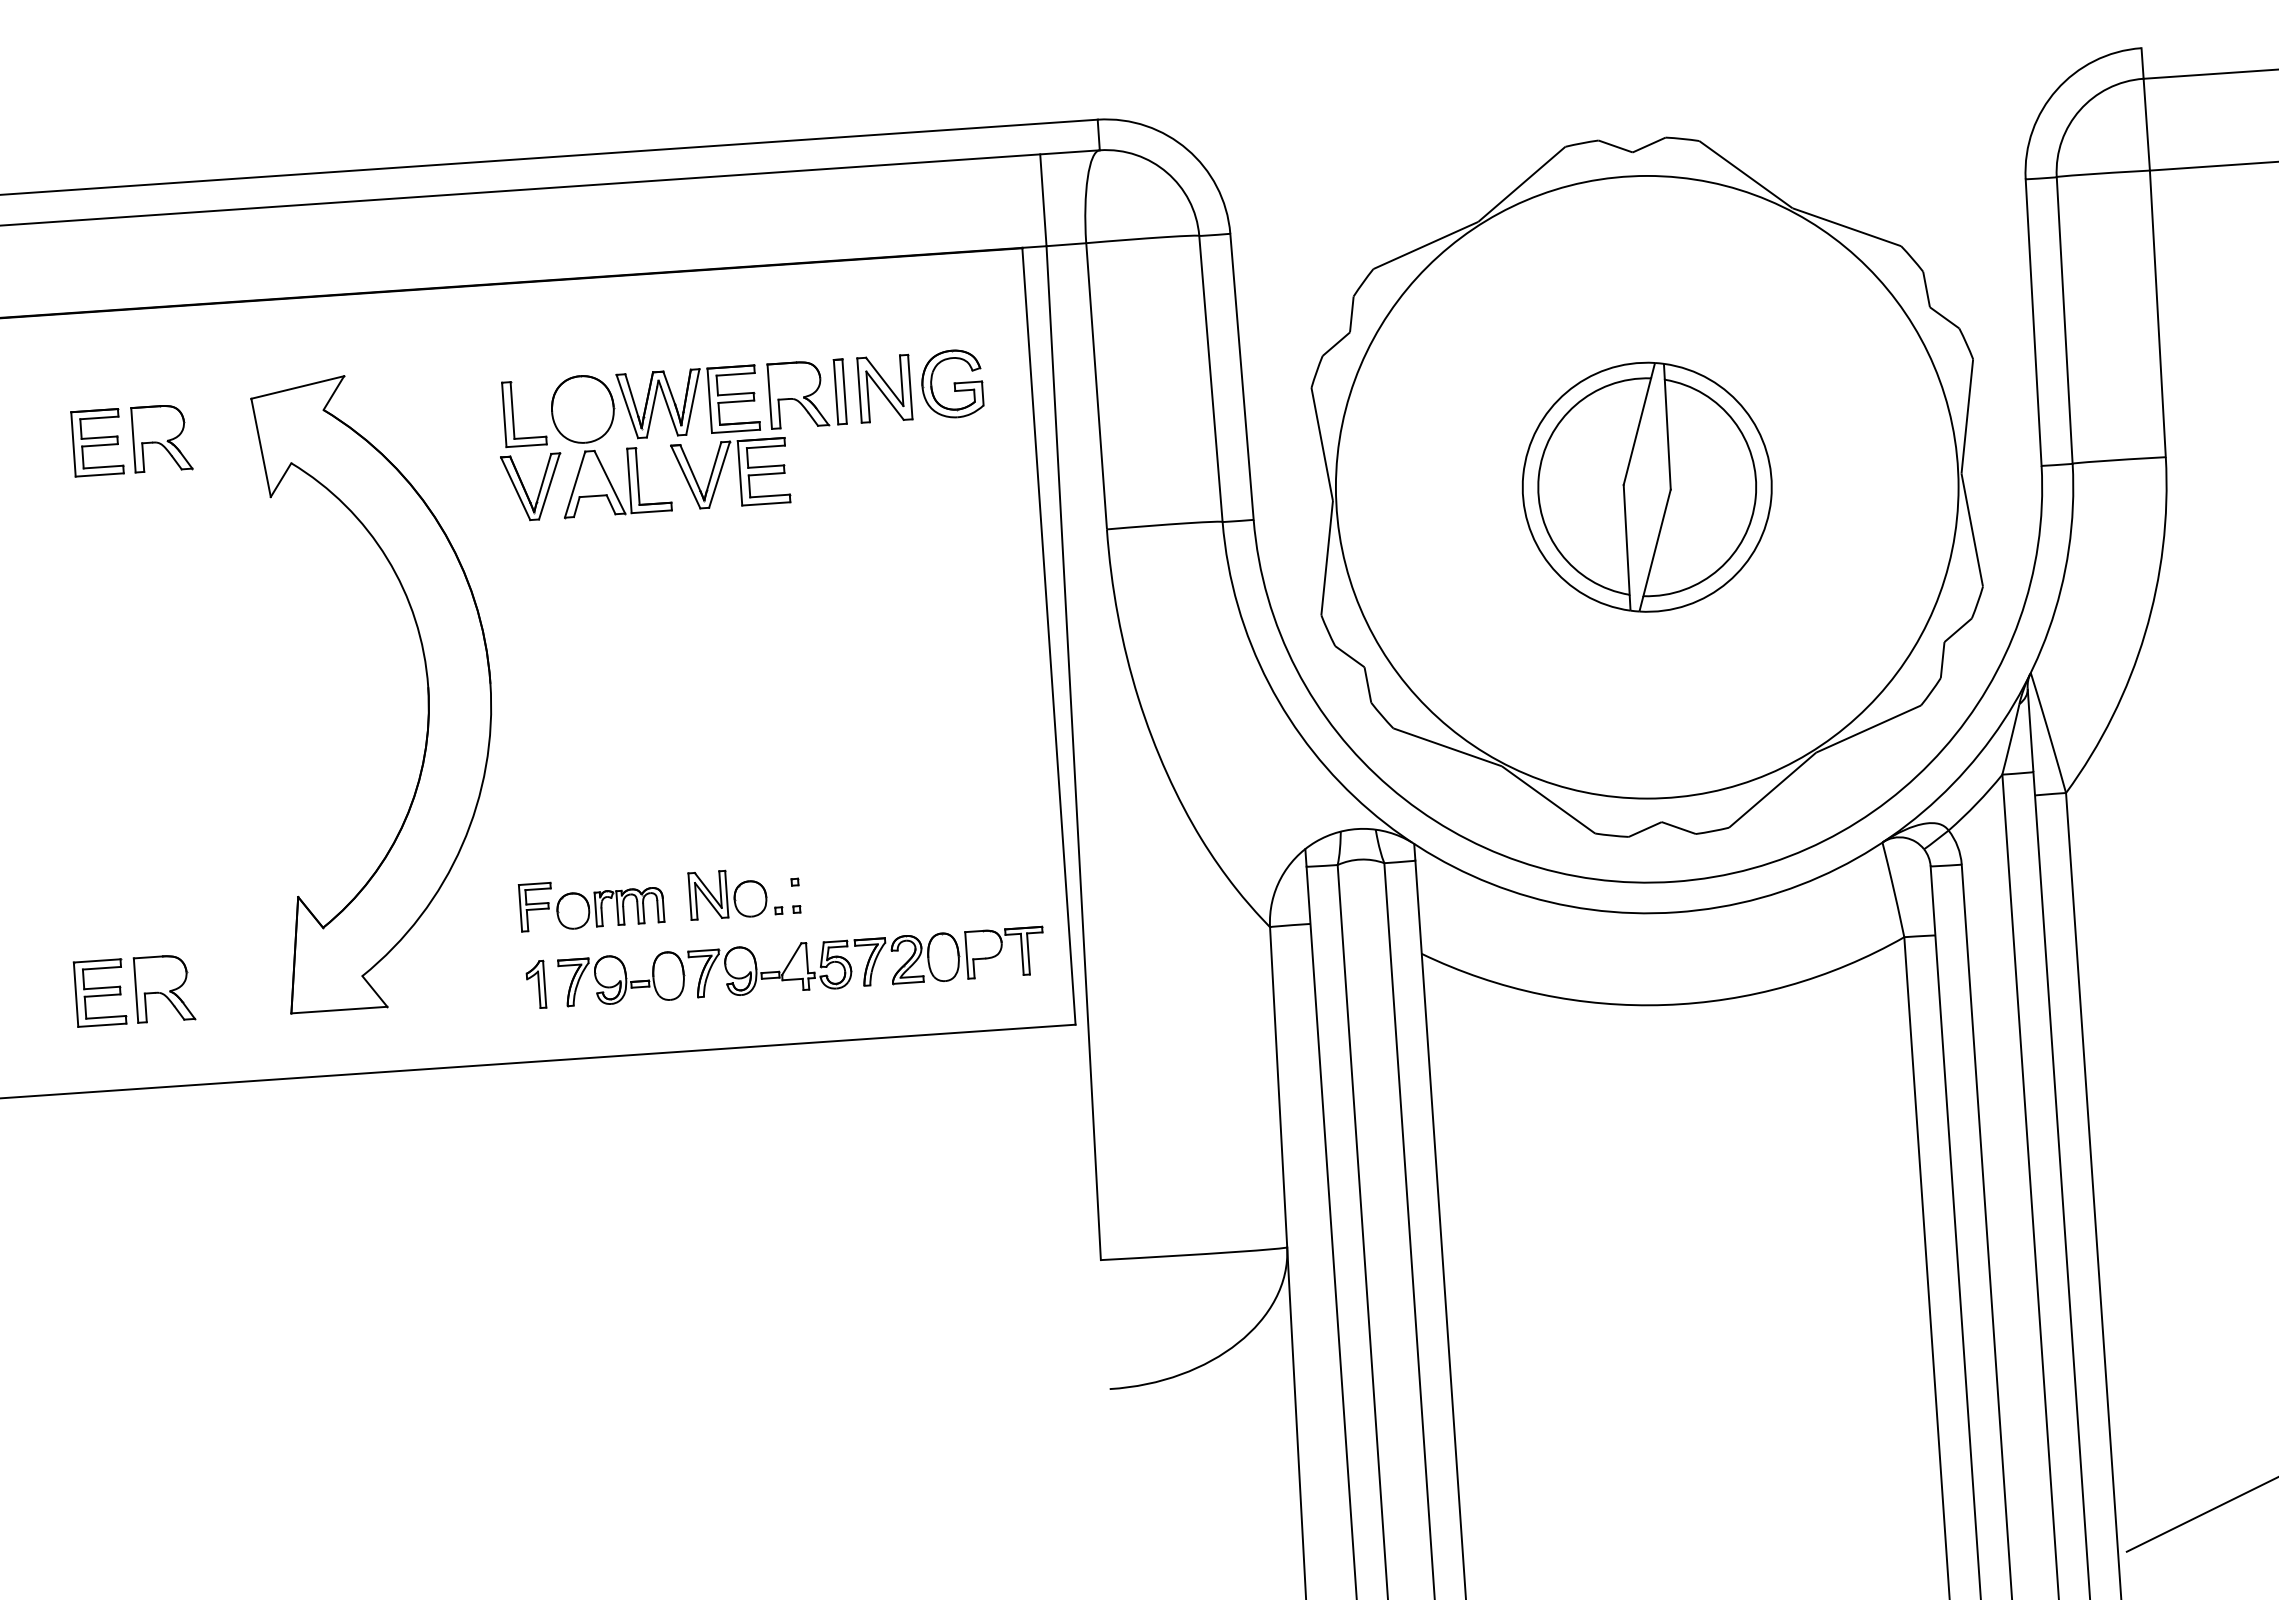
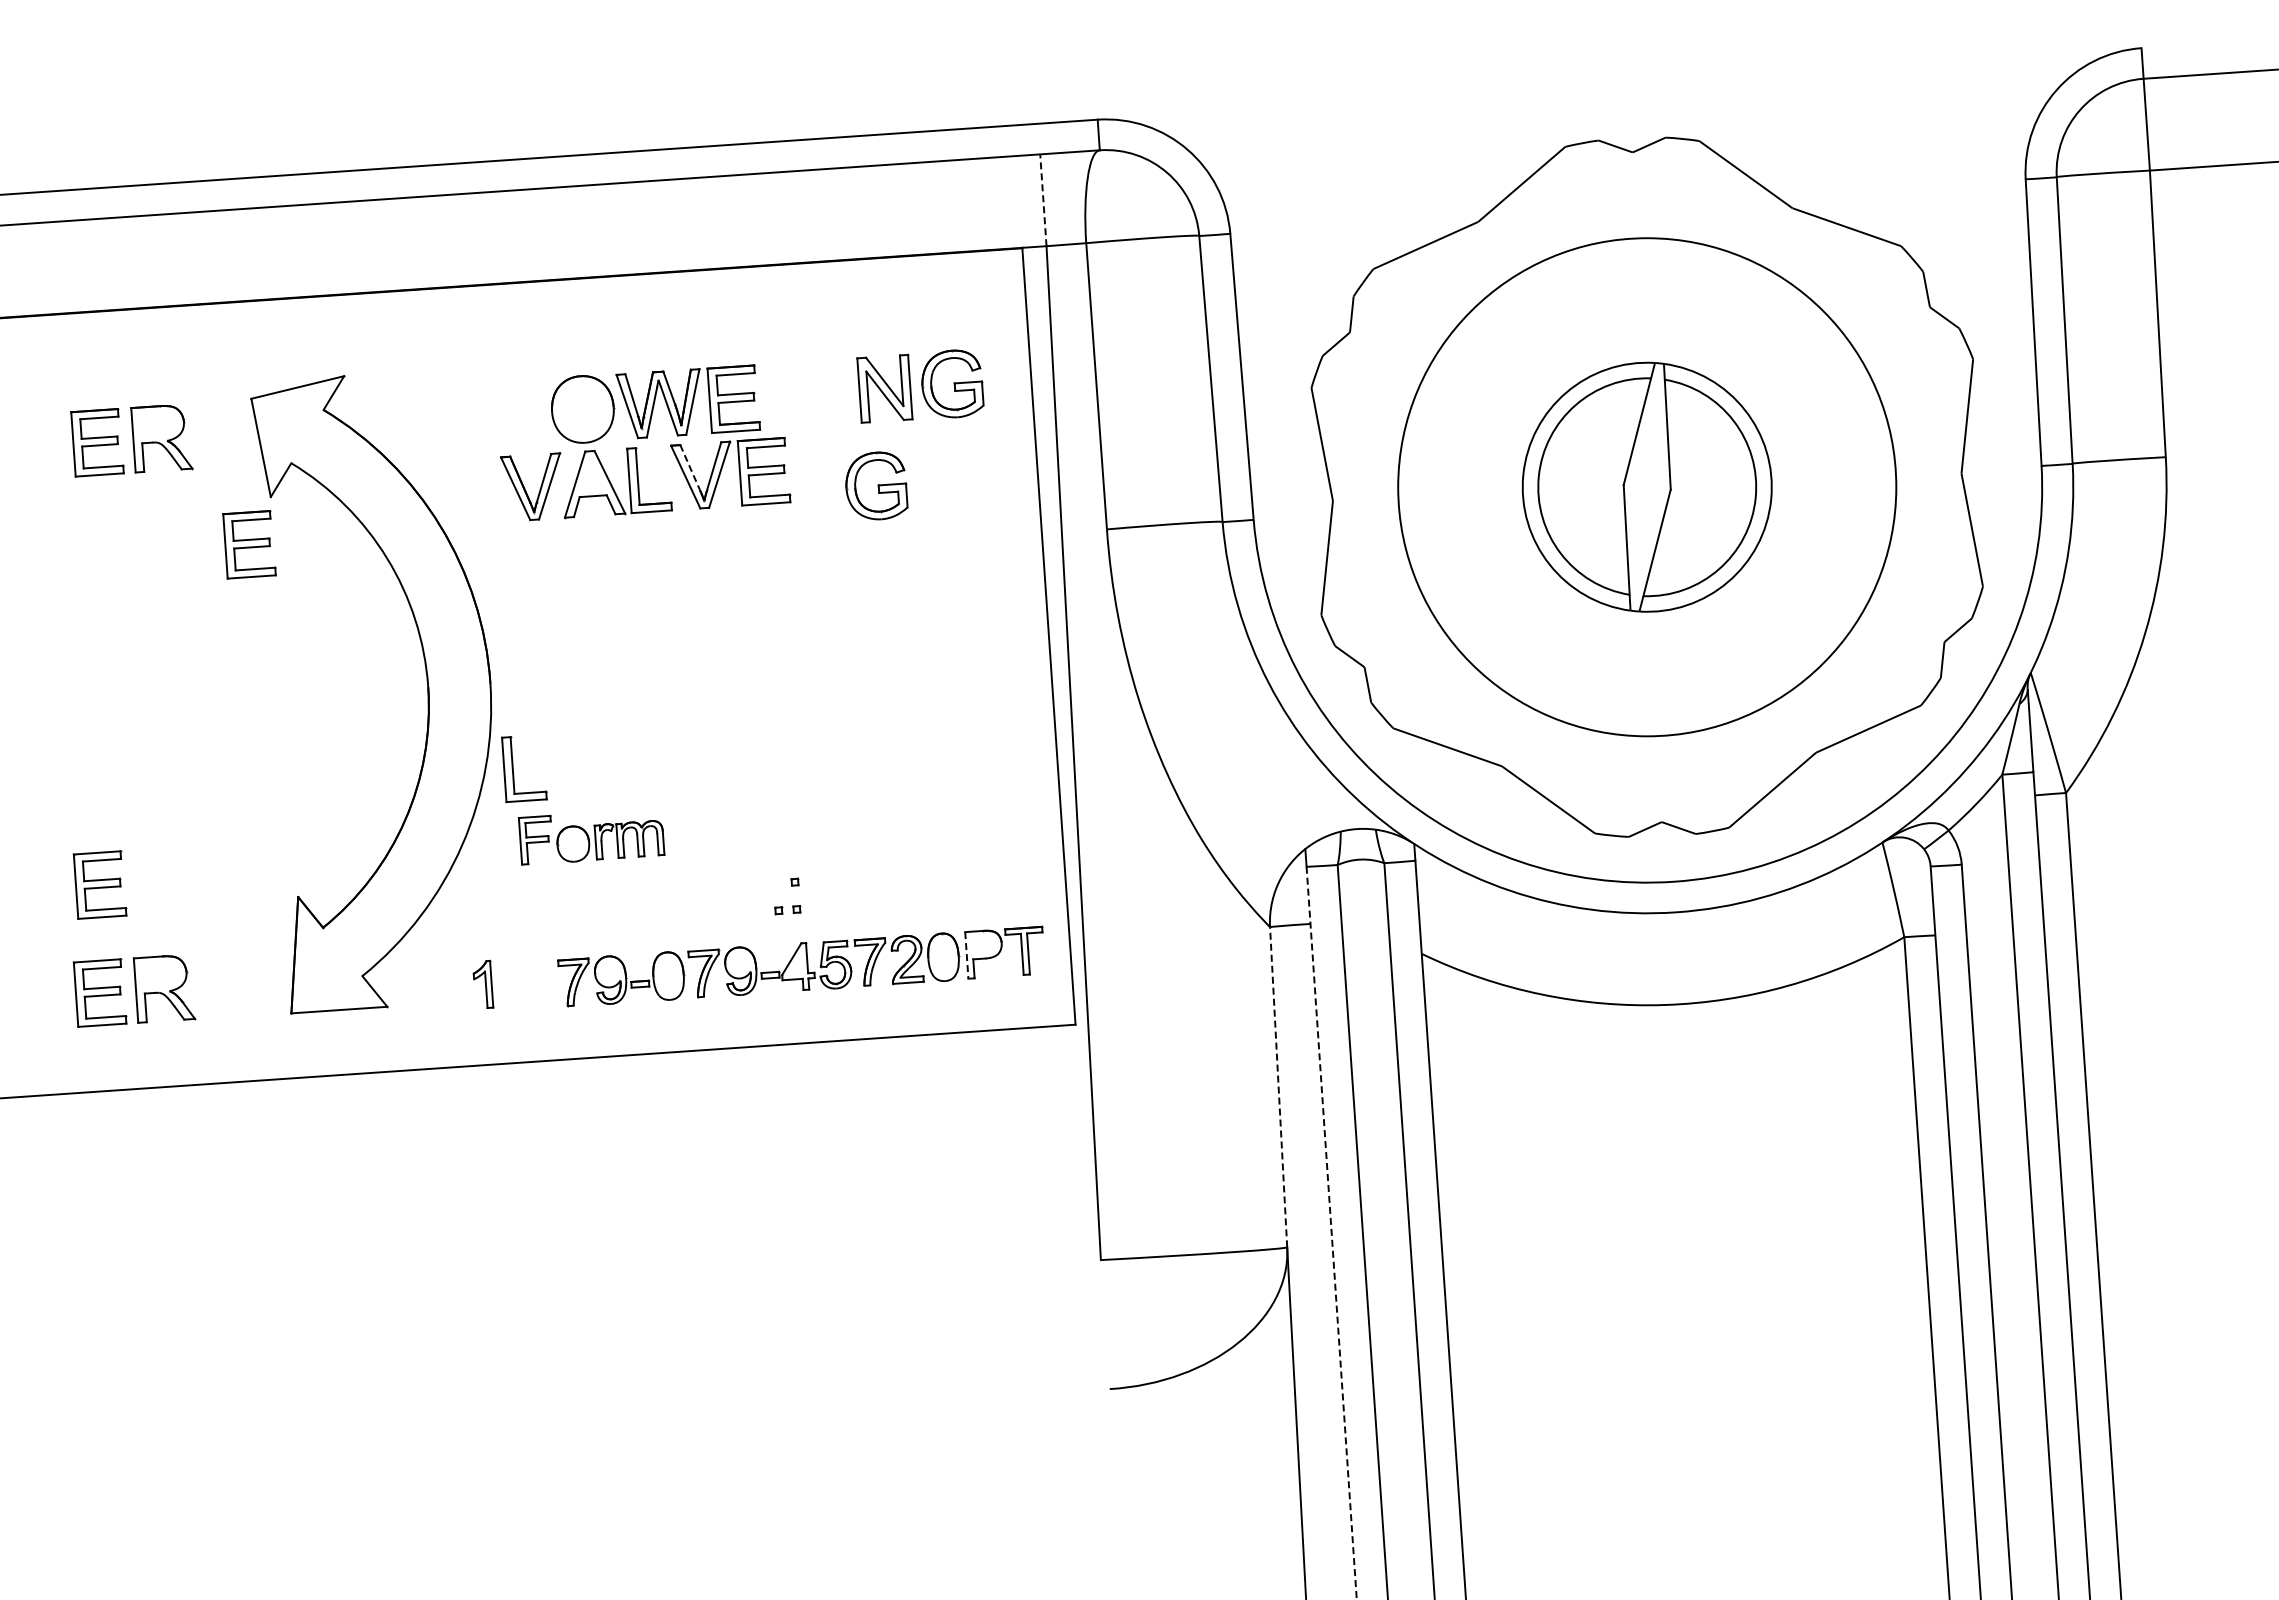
line at (1043, 199): solid -> dashed
part at (806, 393): present -> none
part at (513, 414) position: (513, 414) -> (513, 769)
line at (690, 467): solid -> dashed
part at (876, 485): none -> present
circle at (1646, 486) diameter: 623 px -> 498 px
part at (249, 544): none -> present
part at (99, 884): none -> present
part at (727, 894): present -> none
part at (591, 906) position: (591, 906) -> (591, 839)
line at (966, 955): solid -> dashed
part at (536, 983) position: (536, 983) -> (483, 983)
line at (1278, 1086): solid -> dashed
line at (1331, 1233): solid -> dashed
line at (2200, 1514): present -> none
